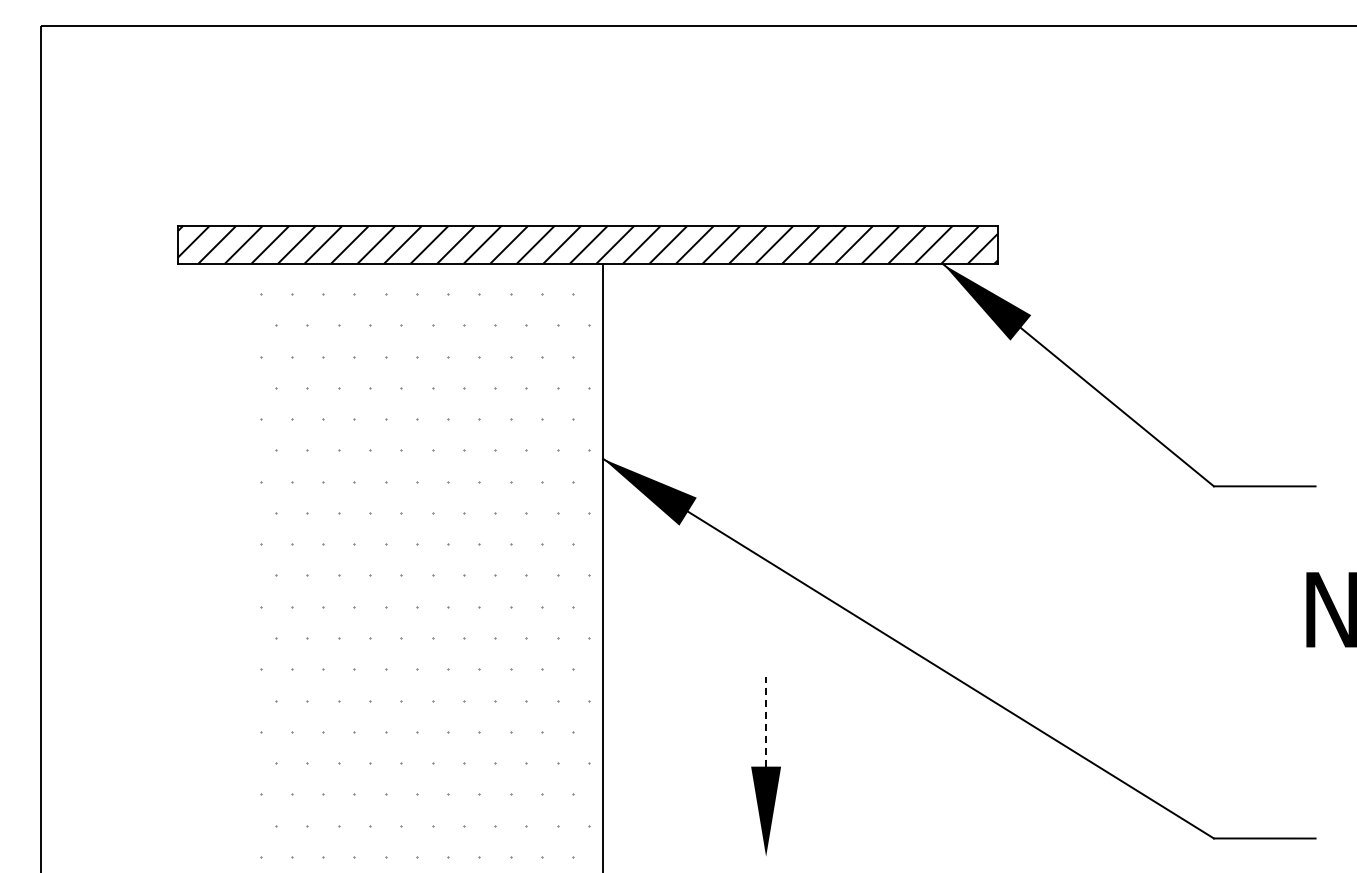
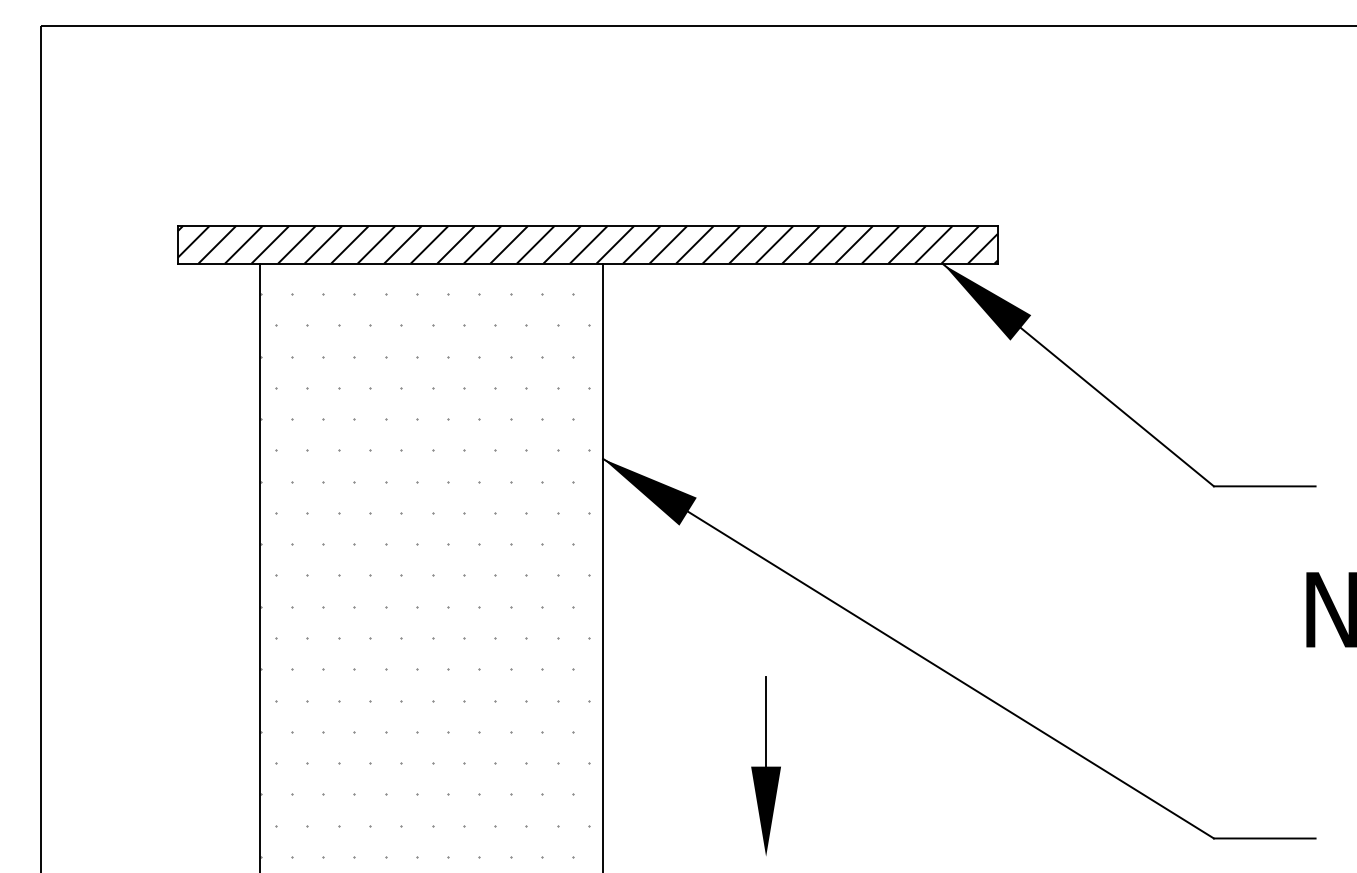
line at (259, 566): none -> present
line at (766, 721): dashed -> solid
